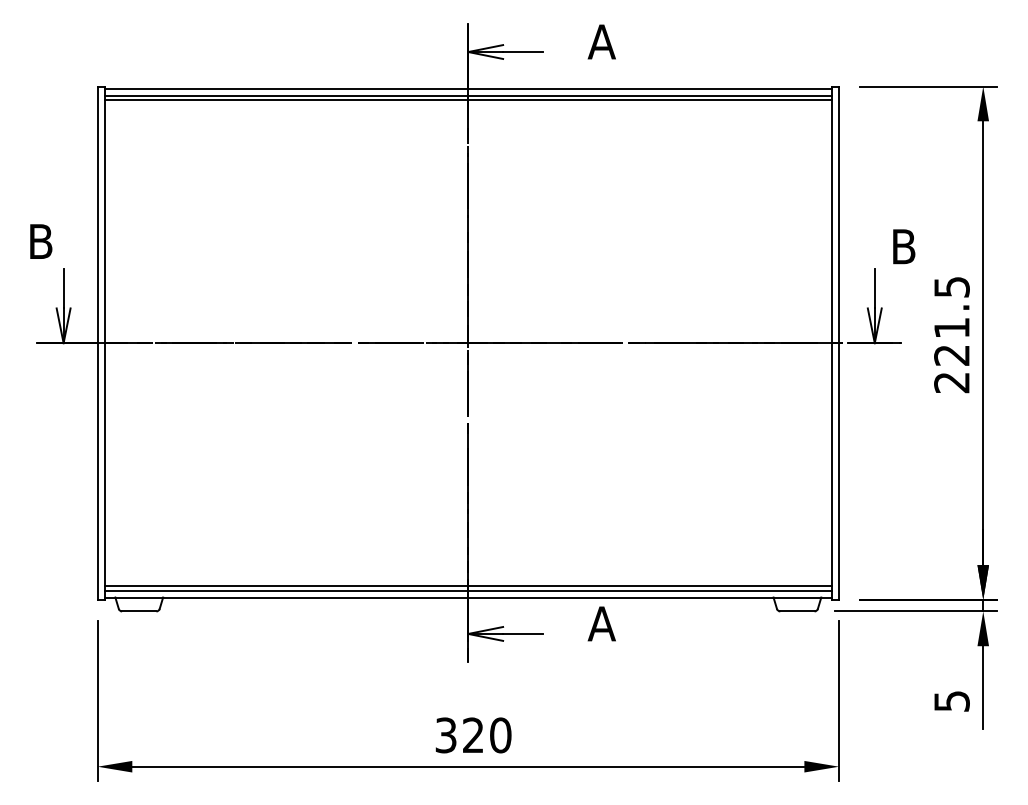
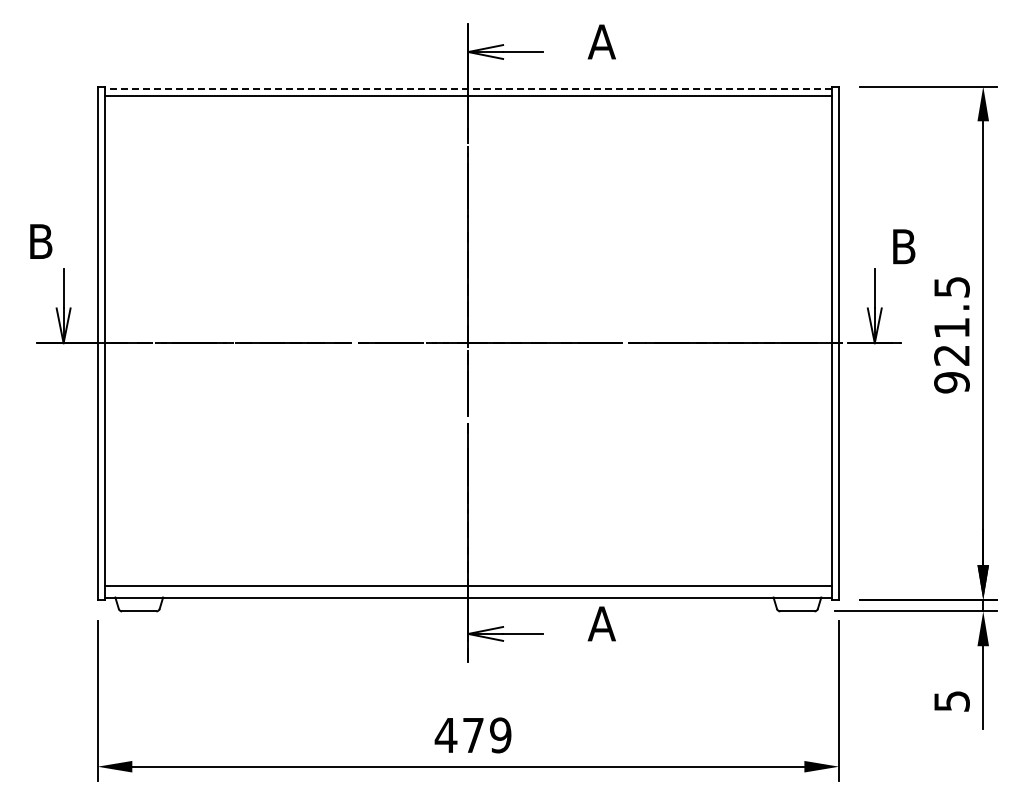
line at (468, 88): solid -> dashed
line at (468, 100): present -> none
text at (951, 382): 221.5 -> 921.5
line at (468, 590): present -> none
text at (472, 735): 320 -> 479
